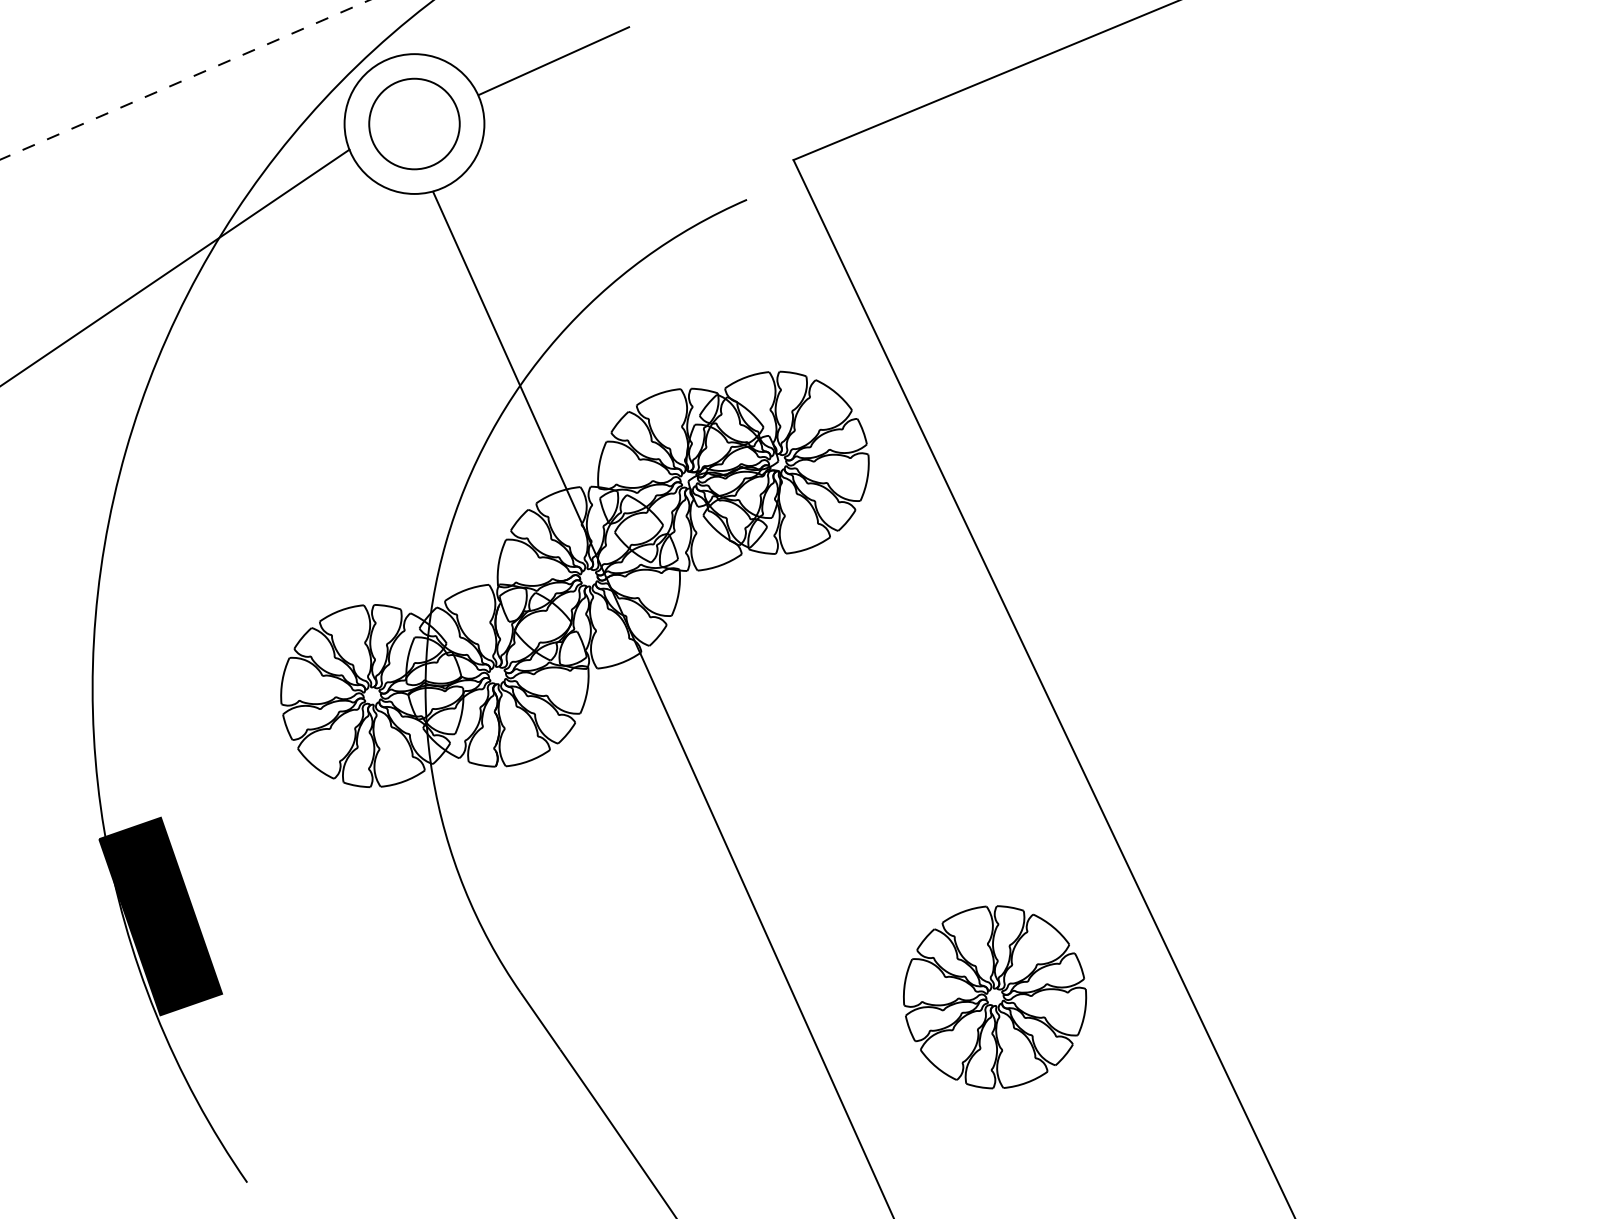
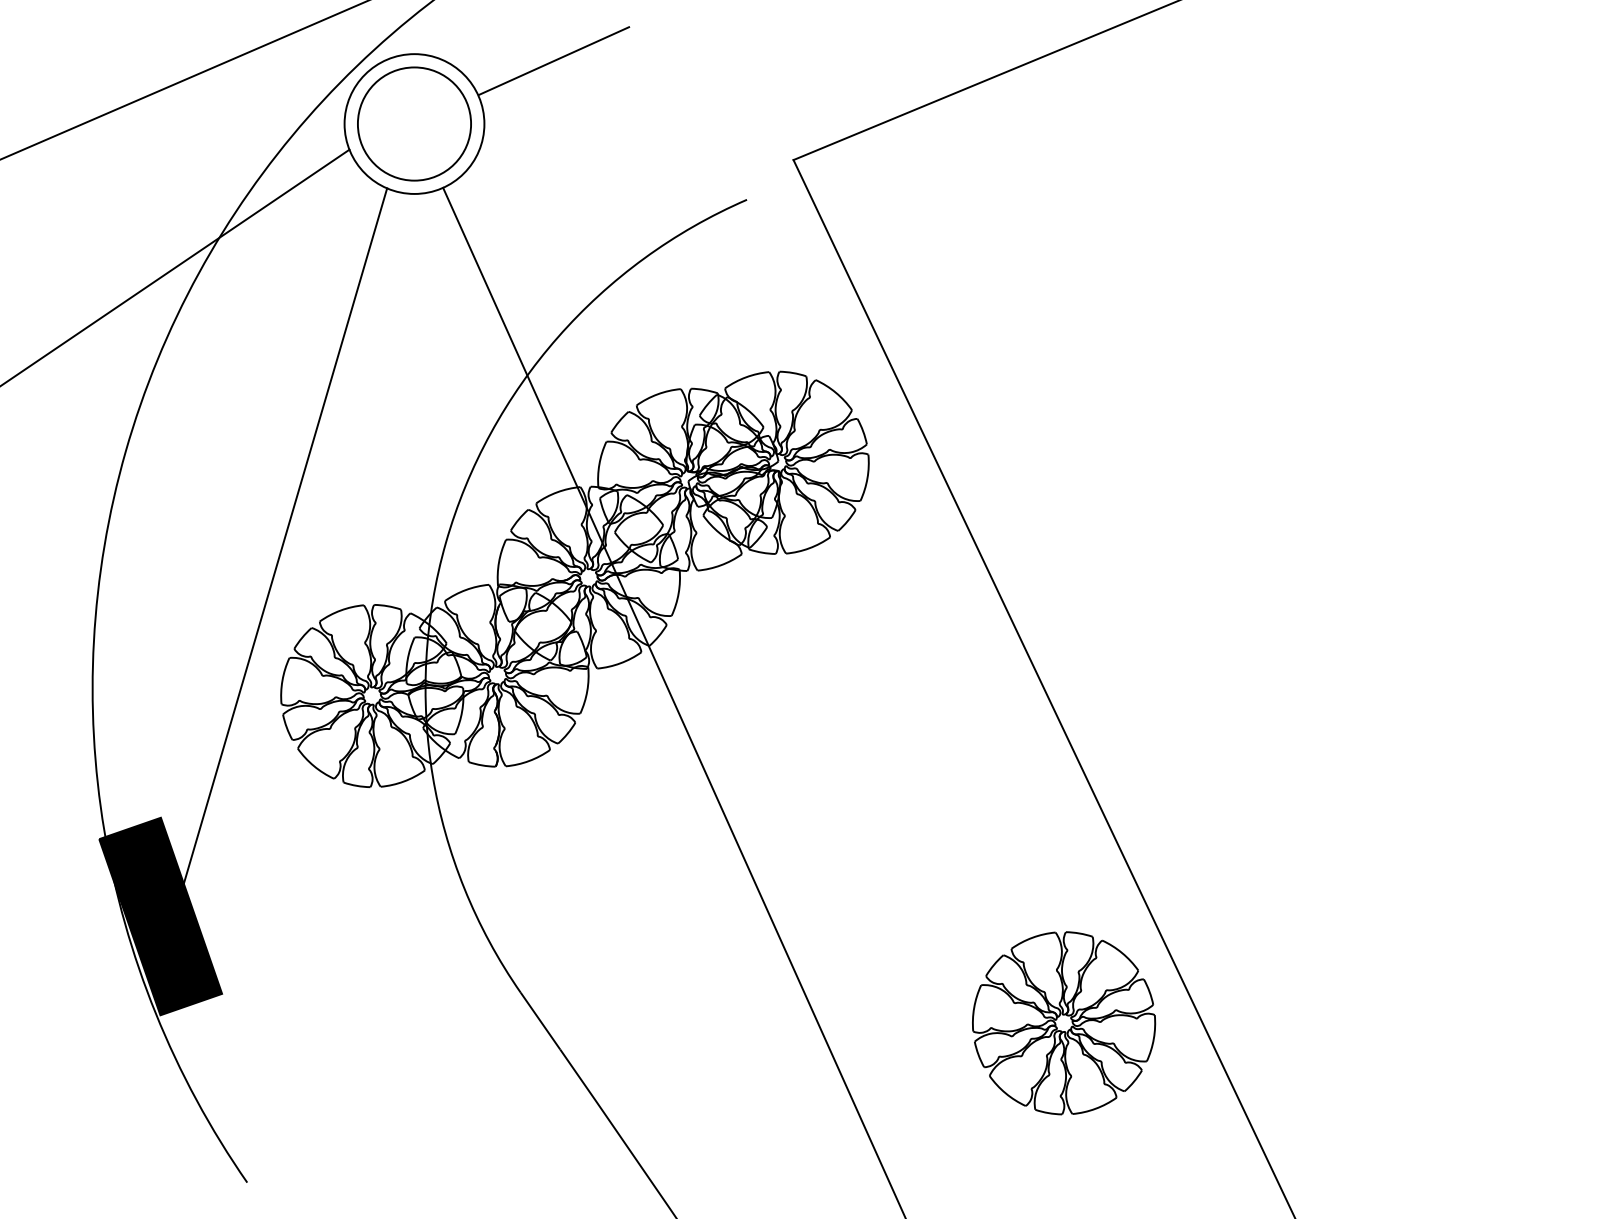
line at (185, 79): dashed -> solid
circle at (414, 123) diameter: 91 px -> 113 px
line at (278, 559): none -> present
line at (662, 703) position: (662, 703) -> (673, 701)
part at (995, 997) position: (995, 997) -> (1064, 1023)
